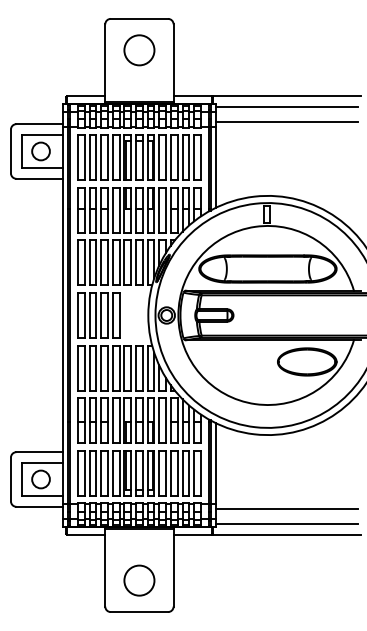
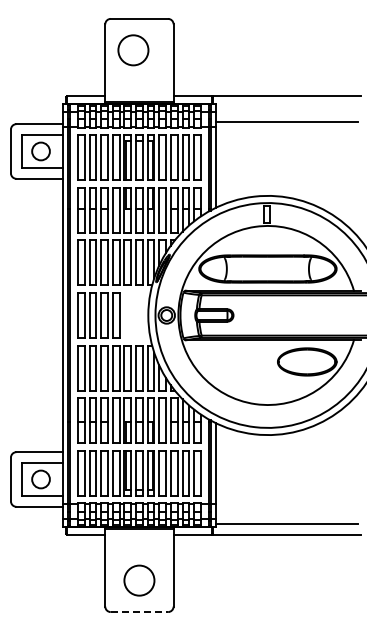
circle at (139, 50) position: (139, 50) -> (133, 50)
line at (286, 107): present -> none
line at (286, 508): present -> none
line at (139, 612): solid -> dashed
